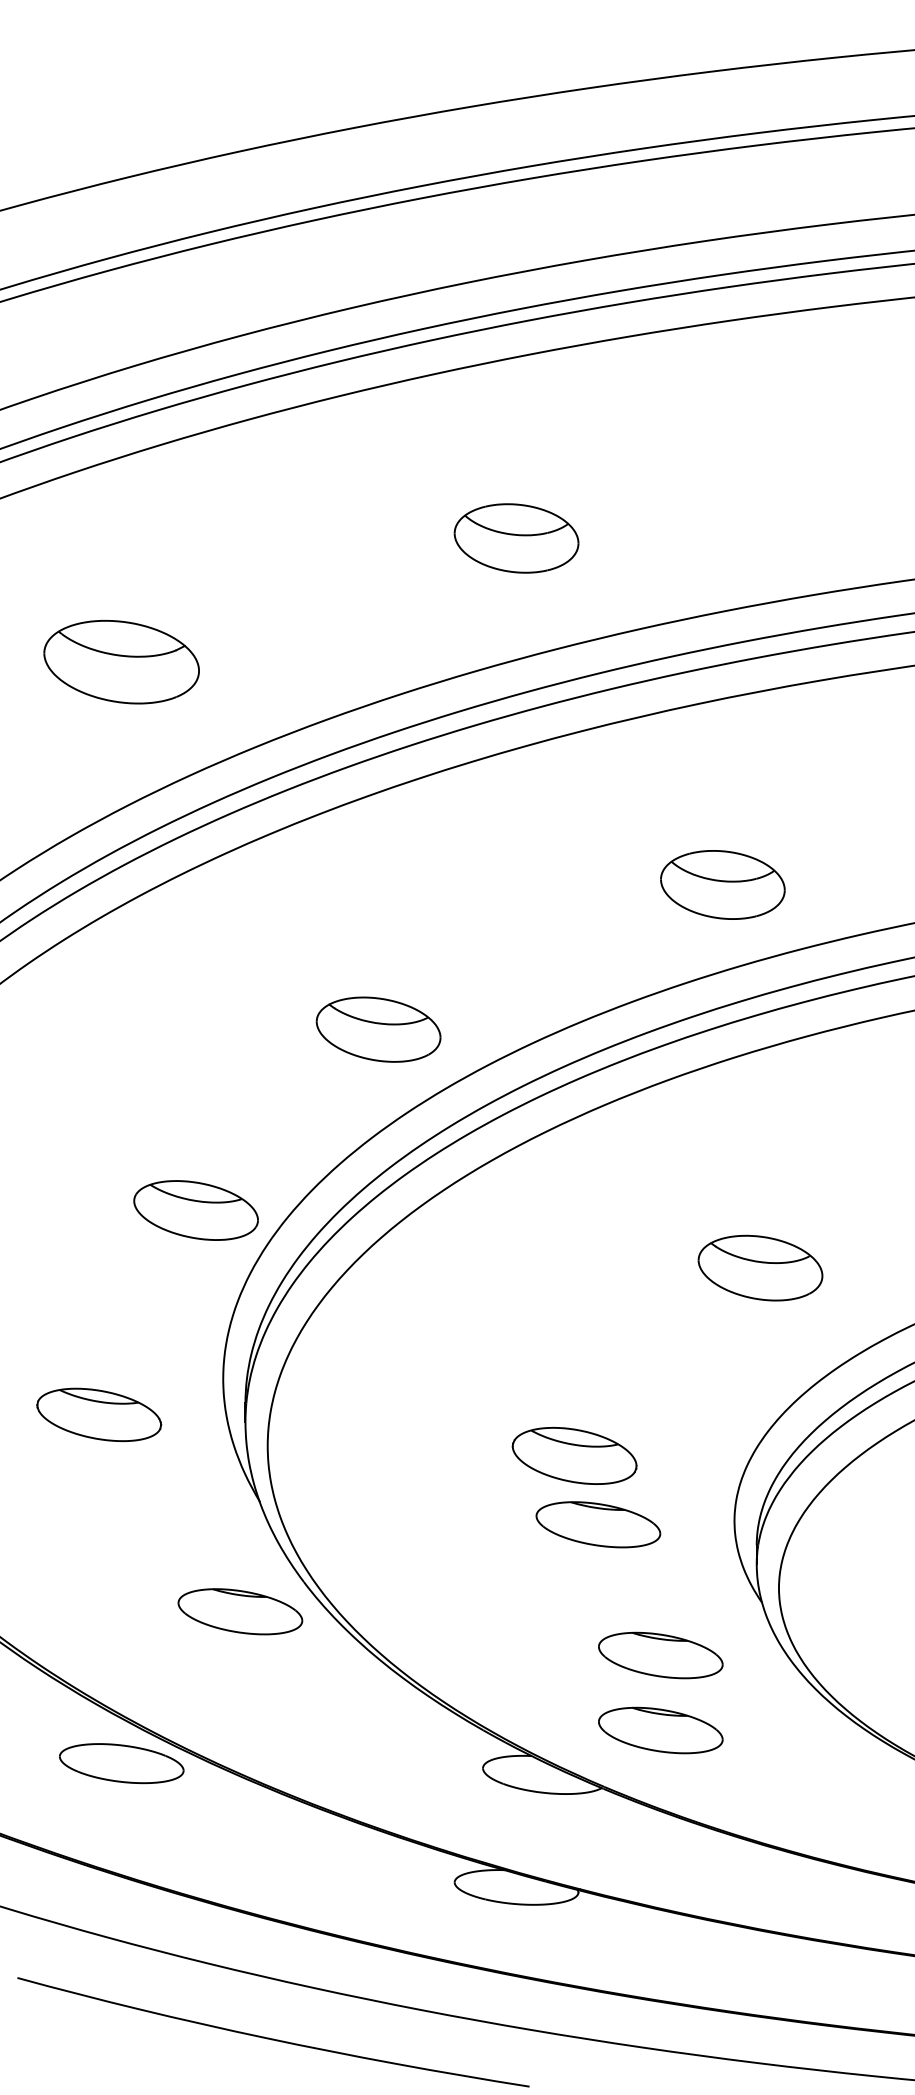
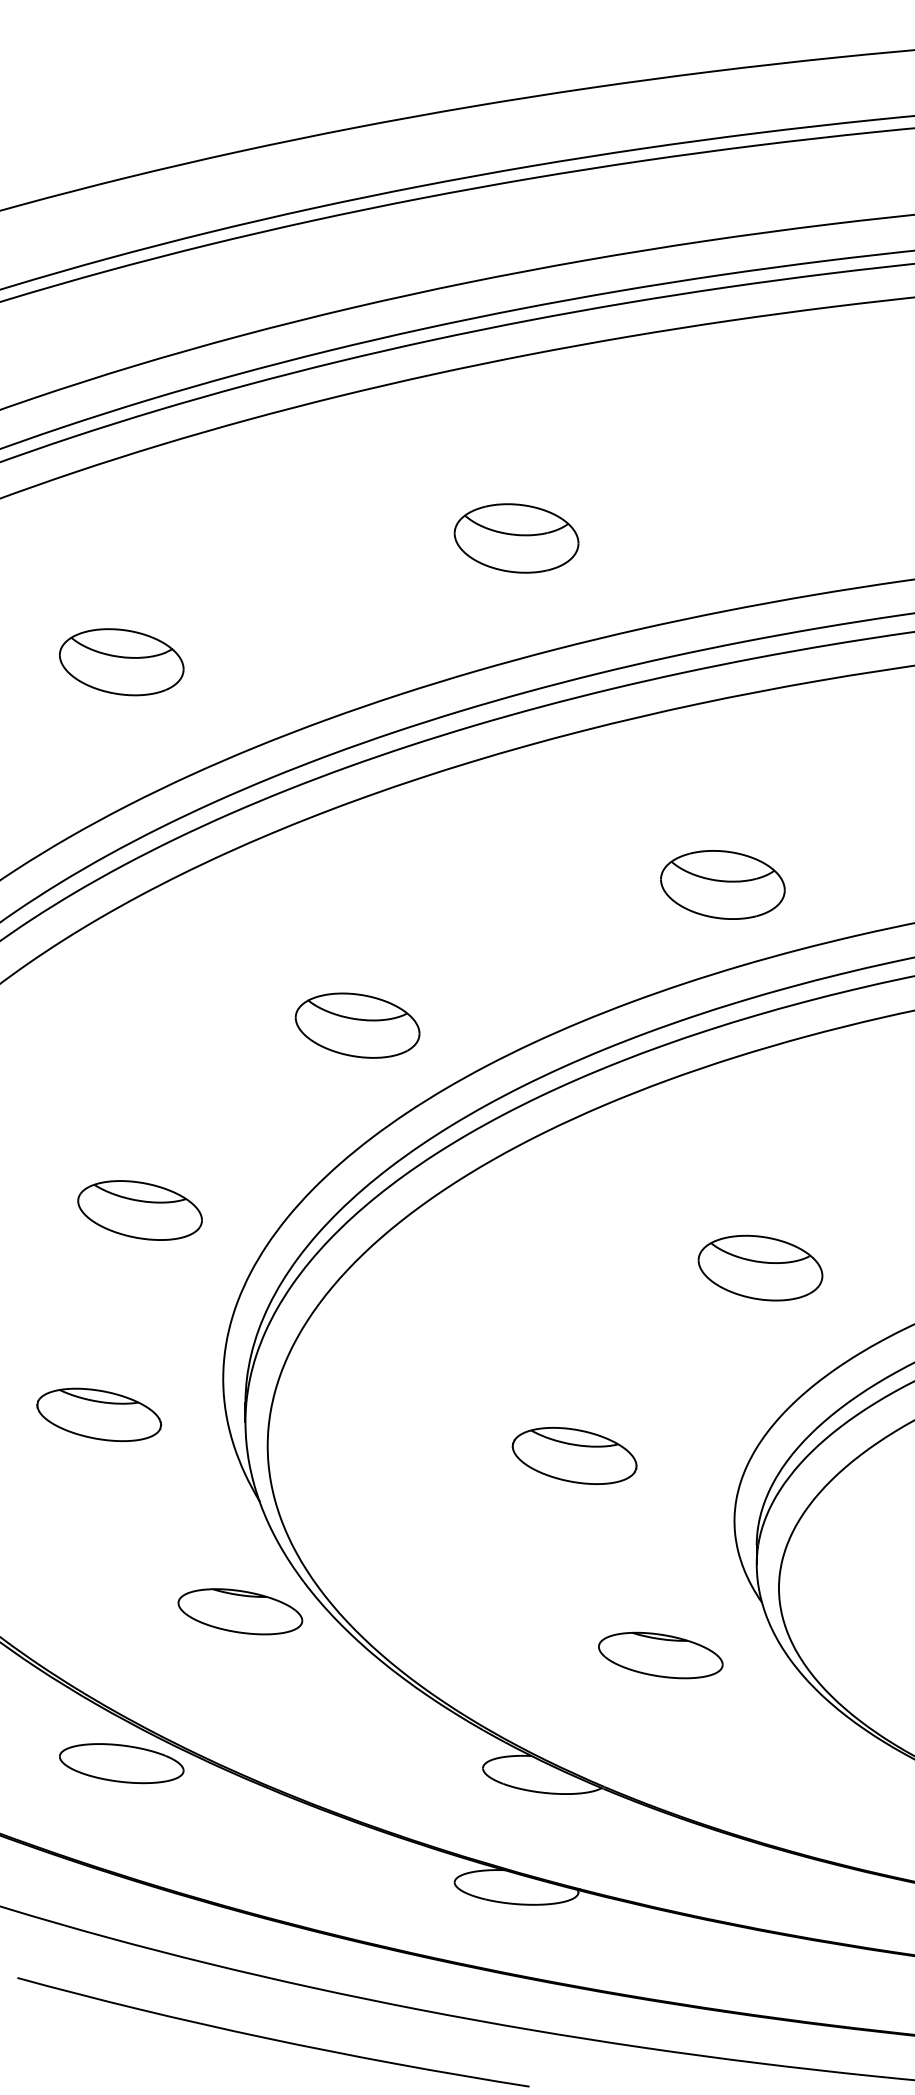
part at (121, 662) size: 157x85 px -> 126x69 px
part at (378, 1029) position: (378, 1029) -> (357, 1025)
part at (195, 1210) position: (195, 1210) -> (139, 1210)
part at (598, 1524): present -> none
part at (660, 1730): present -> none
